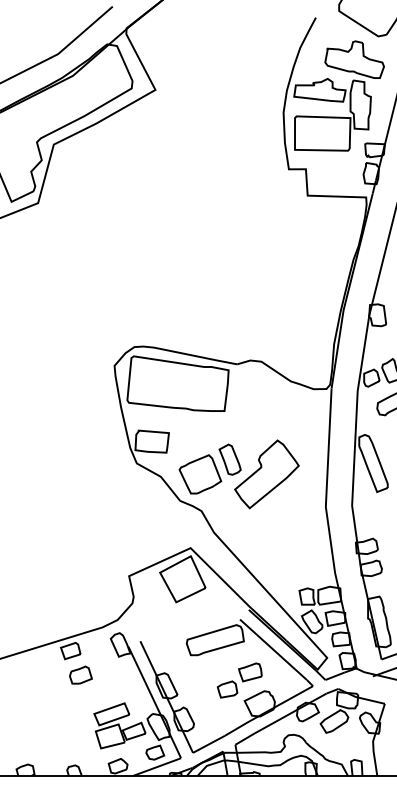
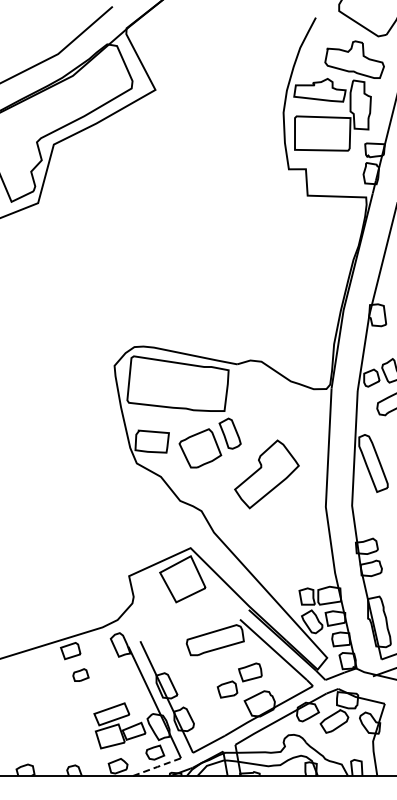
part at (209, 468) position: (209, 468) -> (209, 442)
part at (80, 674) size: 24x20 px -> 18x14 px
line at (157, 766): solid -> dashed
